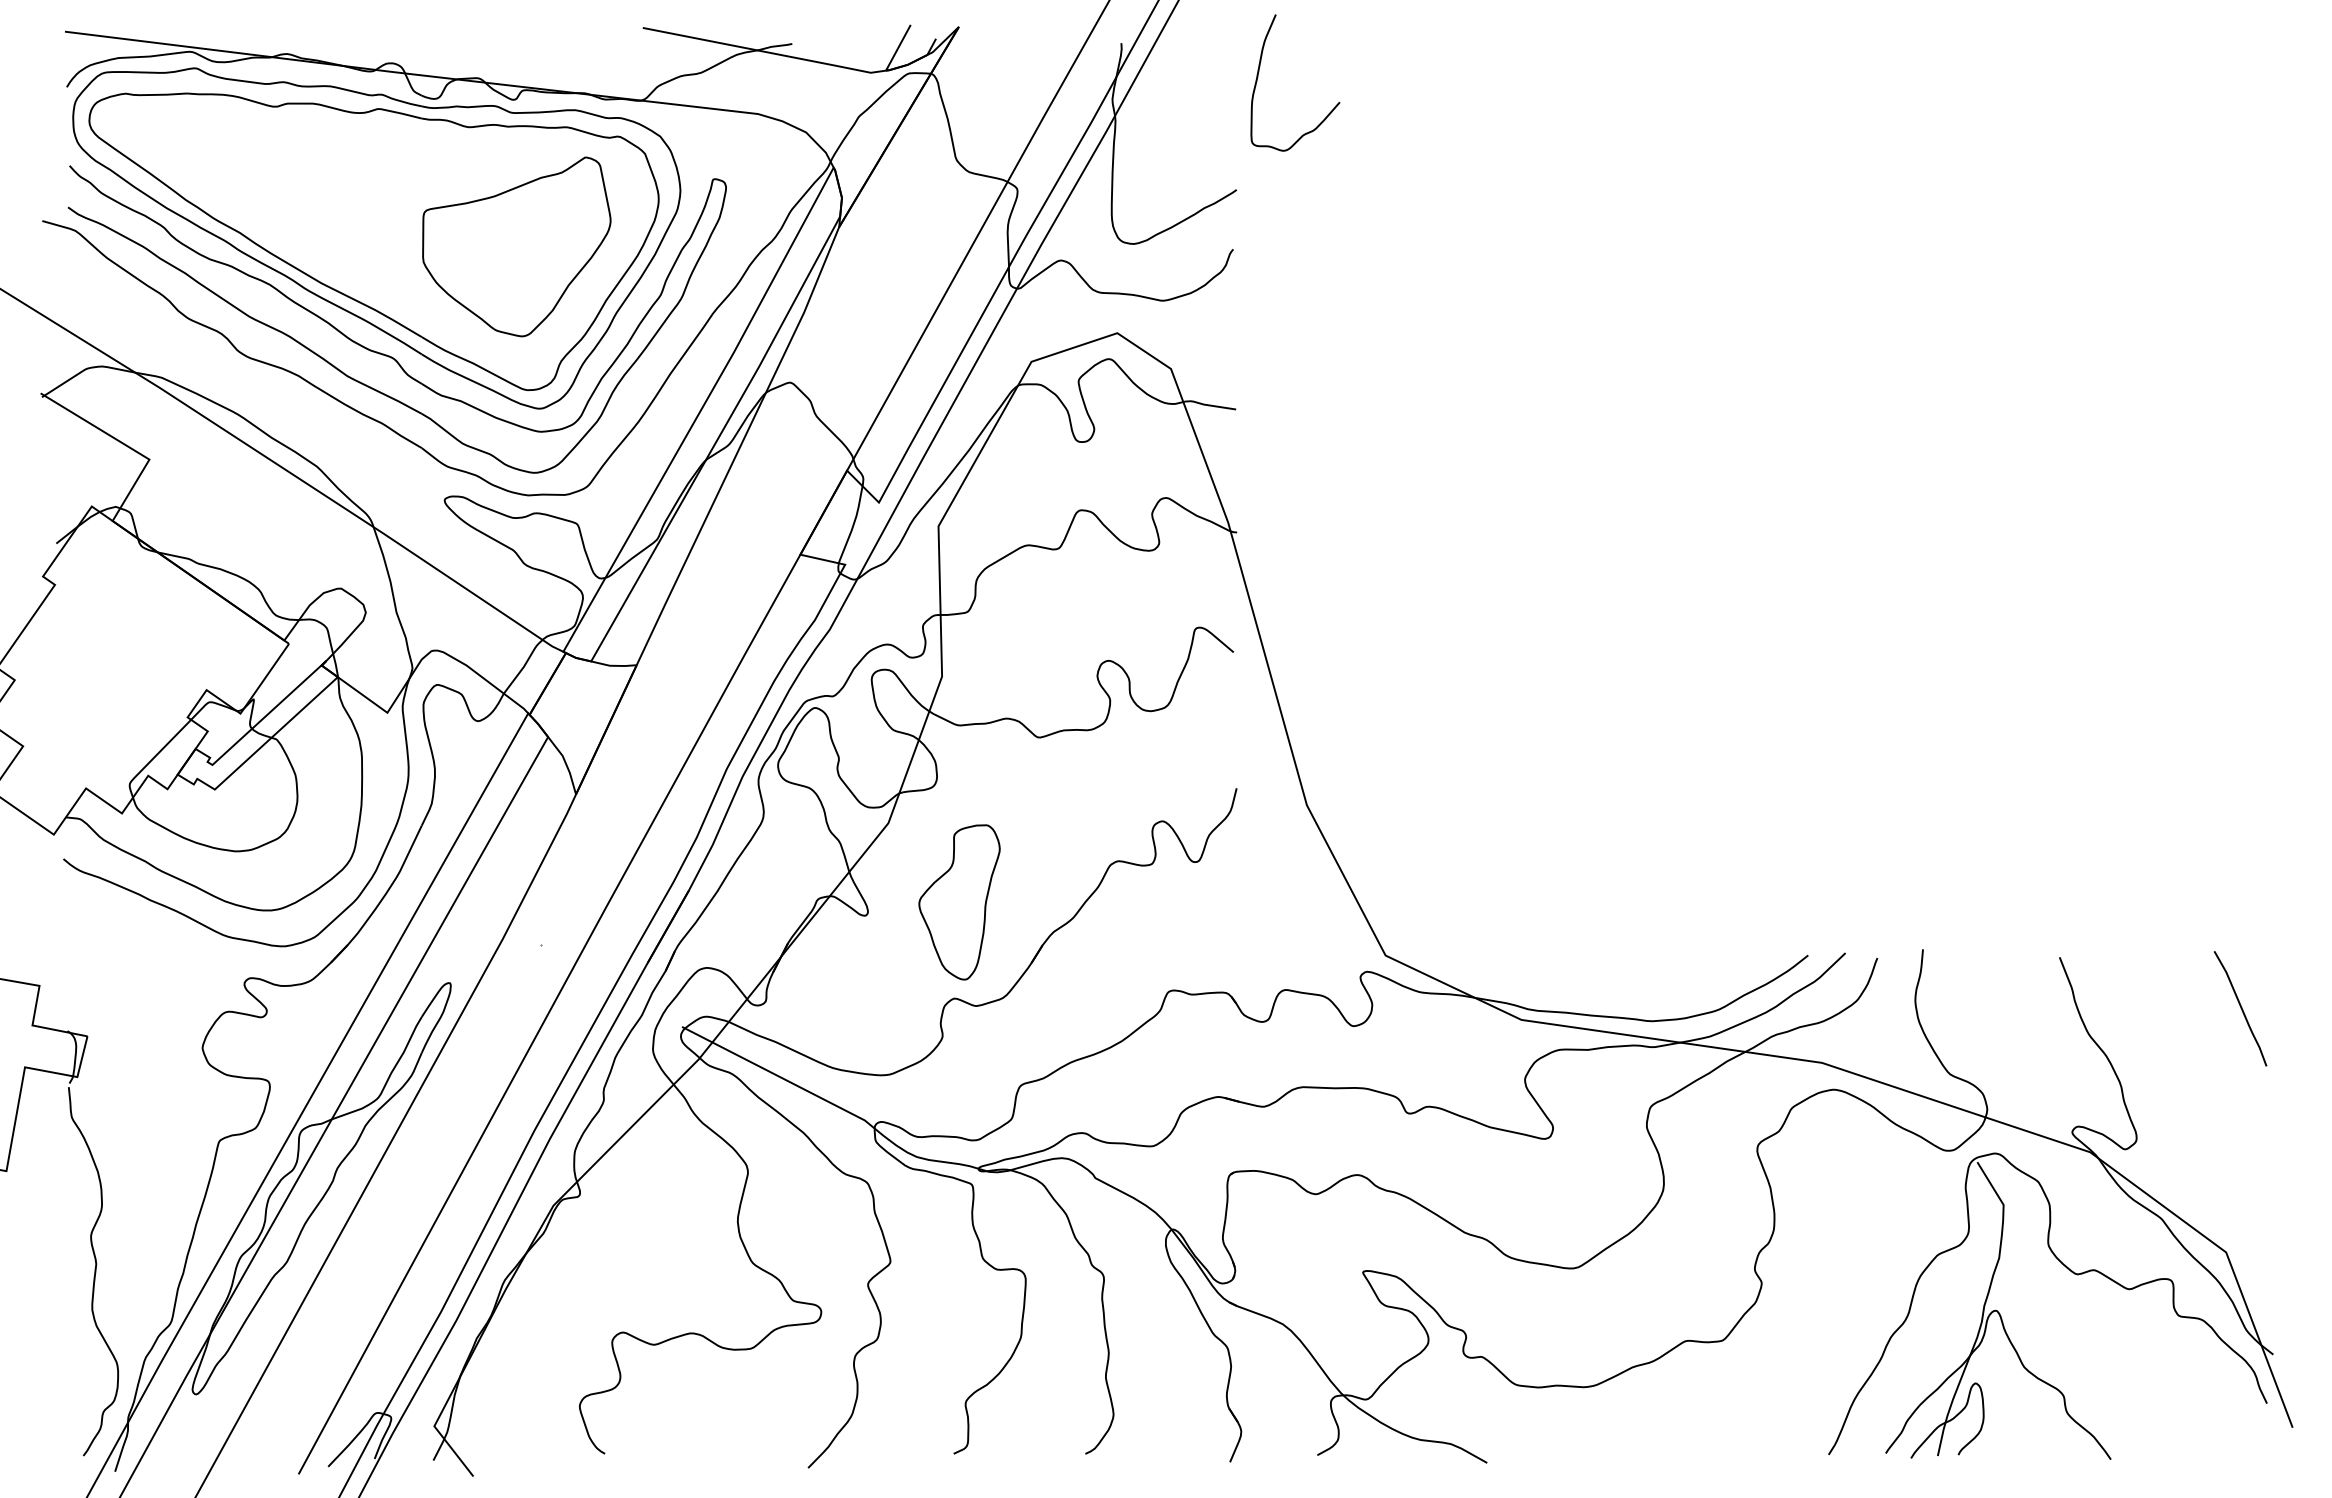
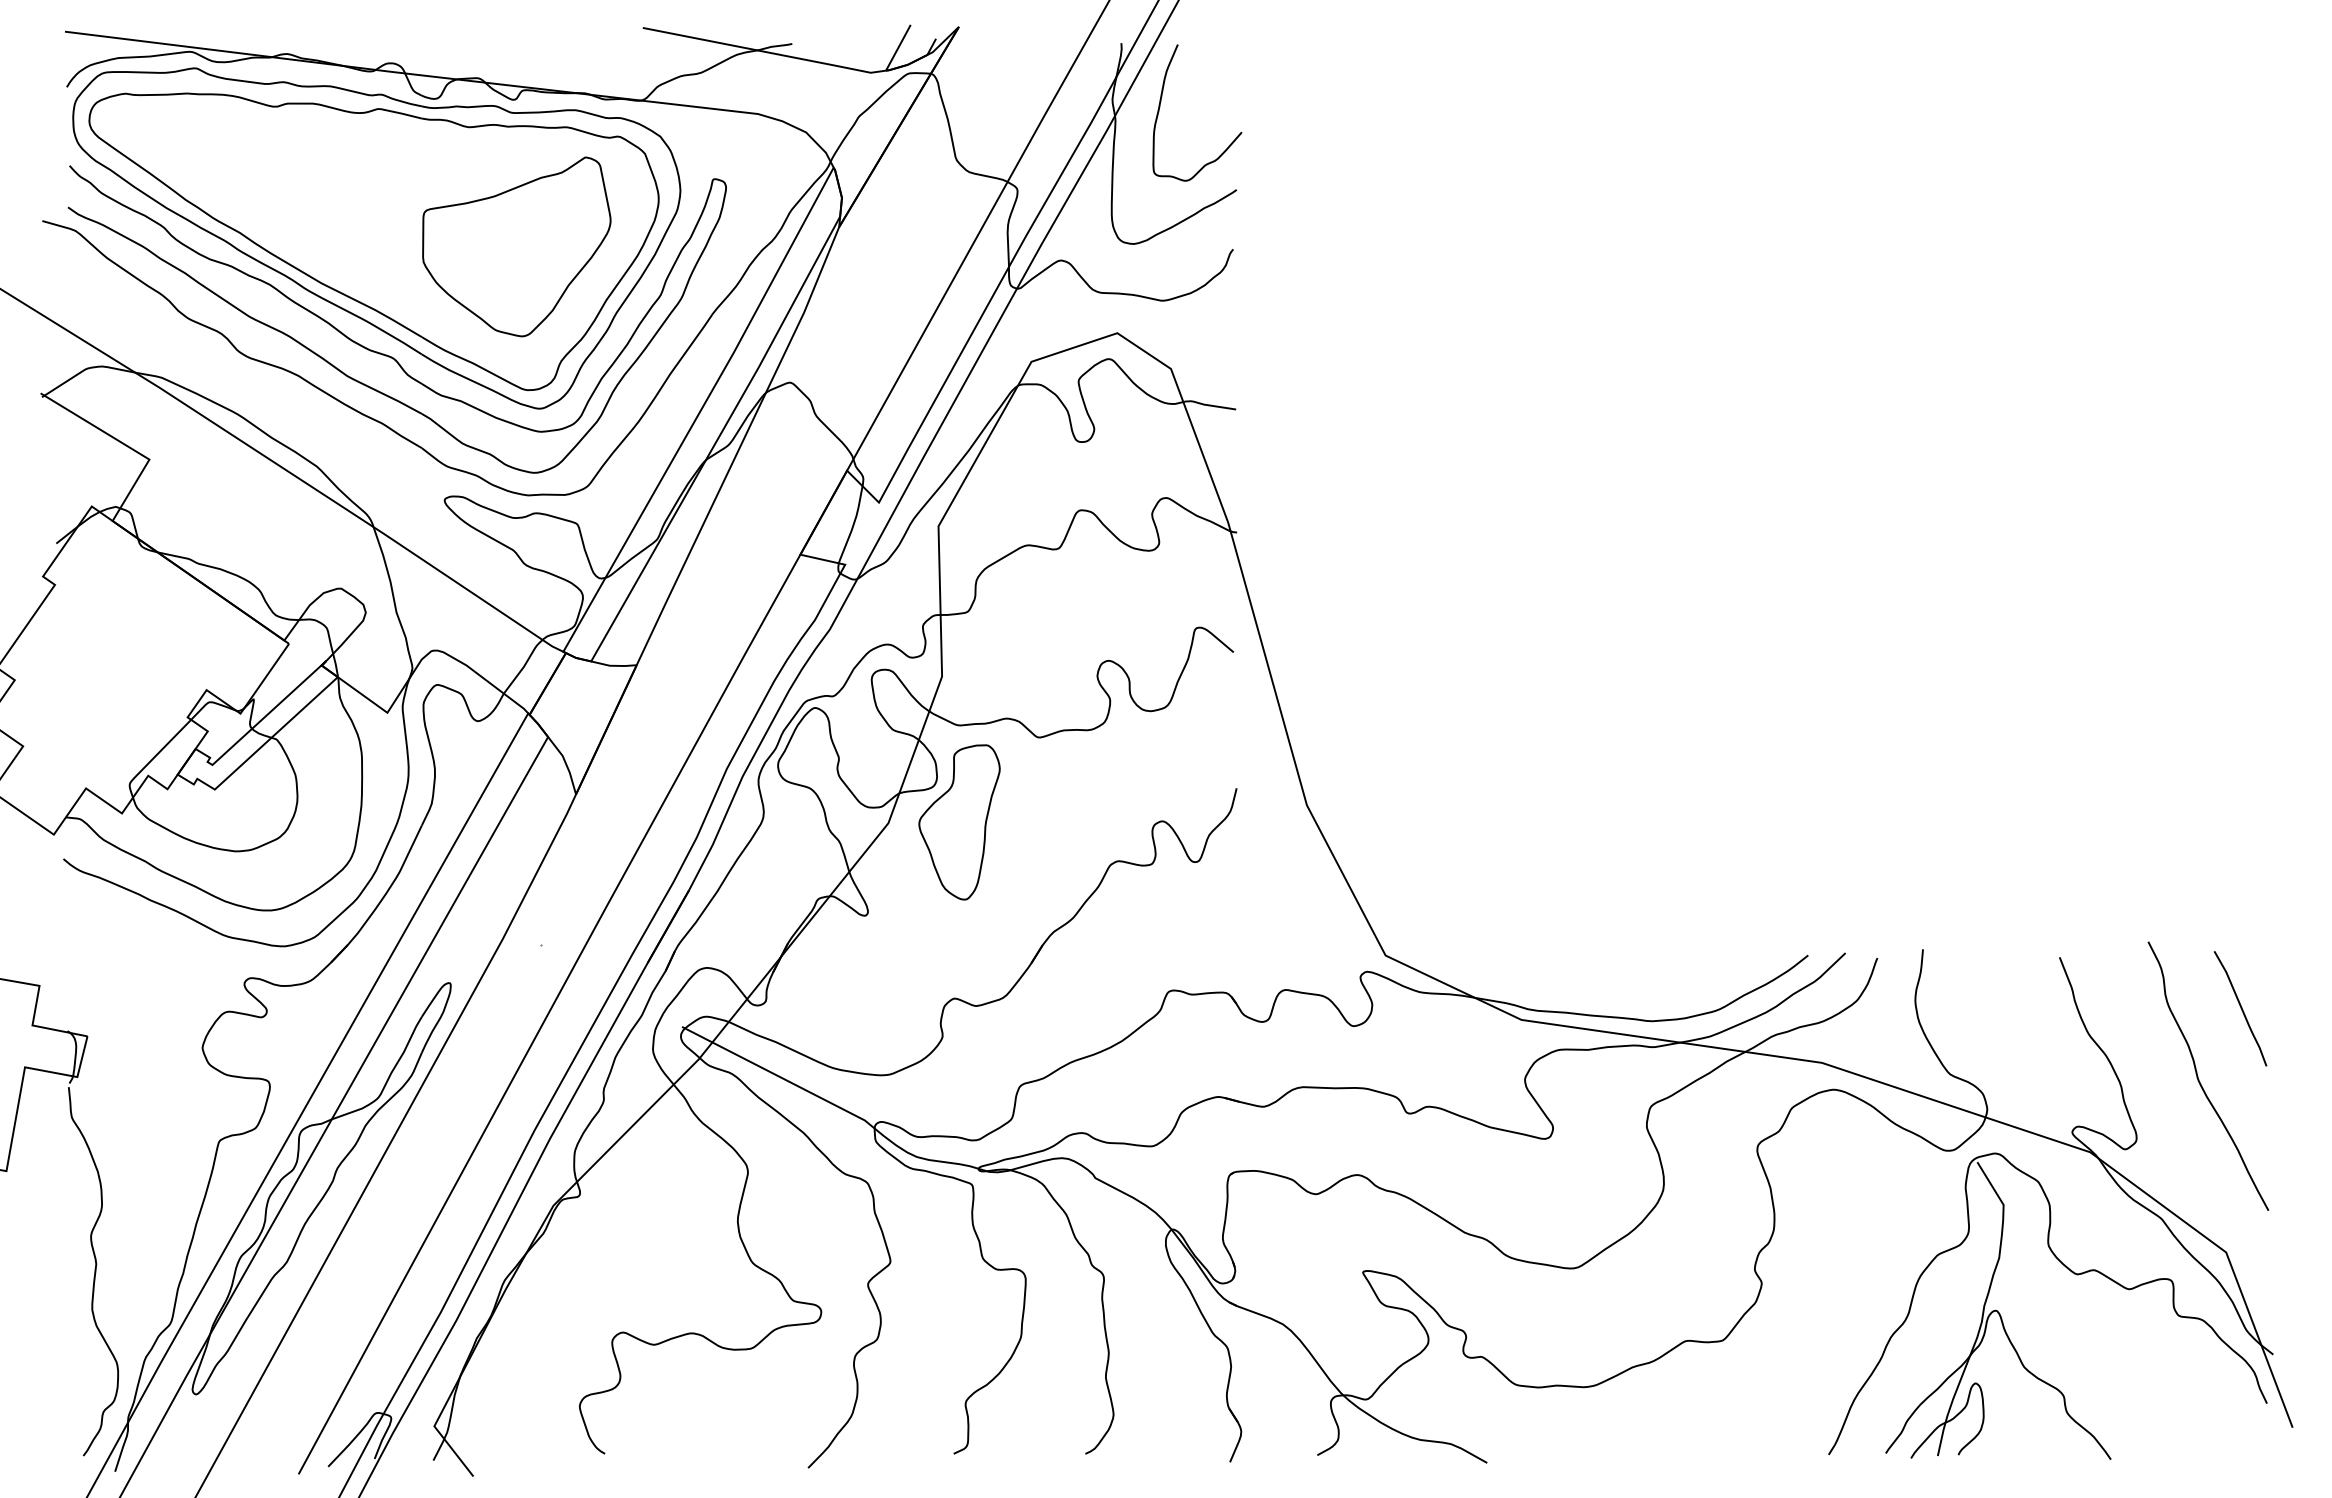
curve at (1258, 77) position: (1258, 77) -> (1160, 107)
part at (959, 902) position: (959, 902) -> (959, 822)
curve at (2199, 1079): none -> present
